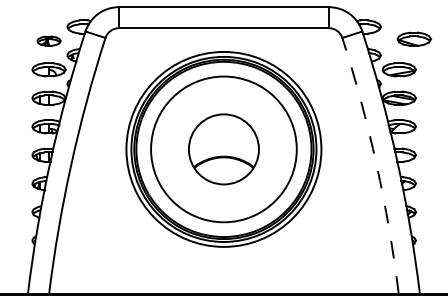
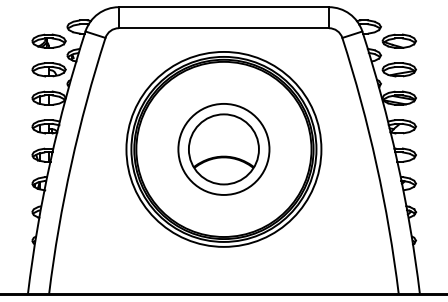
part at (413, 38) position: (413, 38) -> (398, 40)
part at (48, 40) size: 26x12 px -> 36x16 px
circle at (223, 149) diameter: 146 px -> 91 px
arc at (376, 164): dashed -> solid
